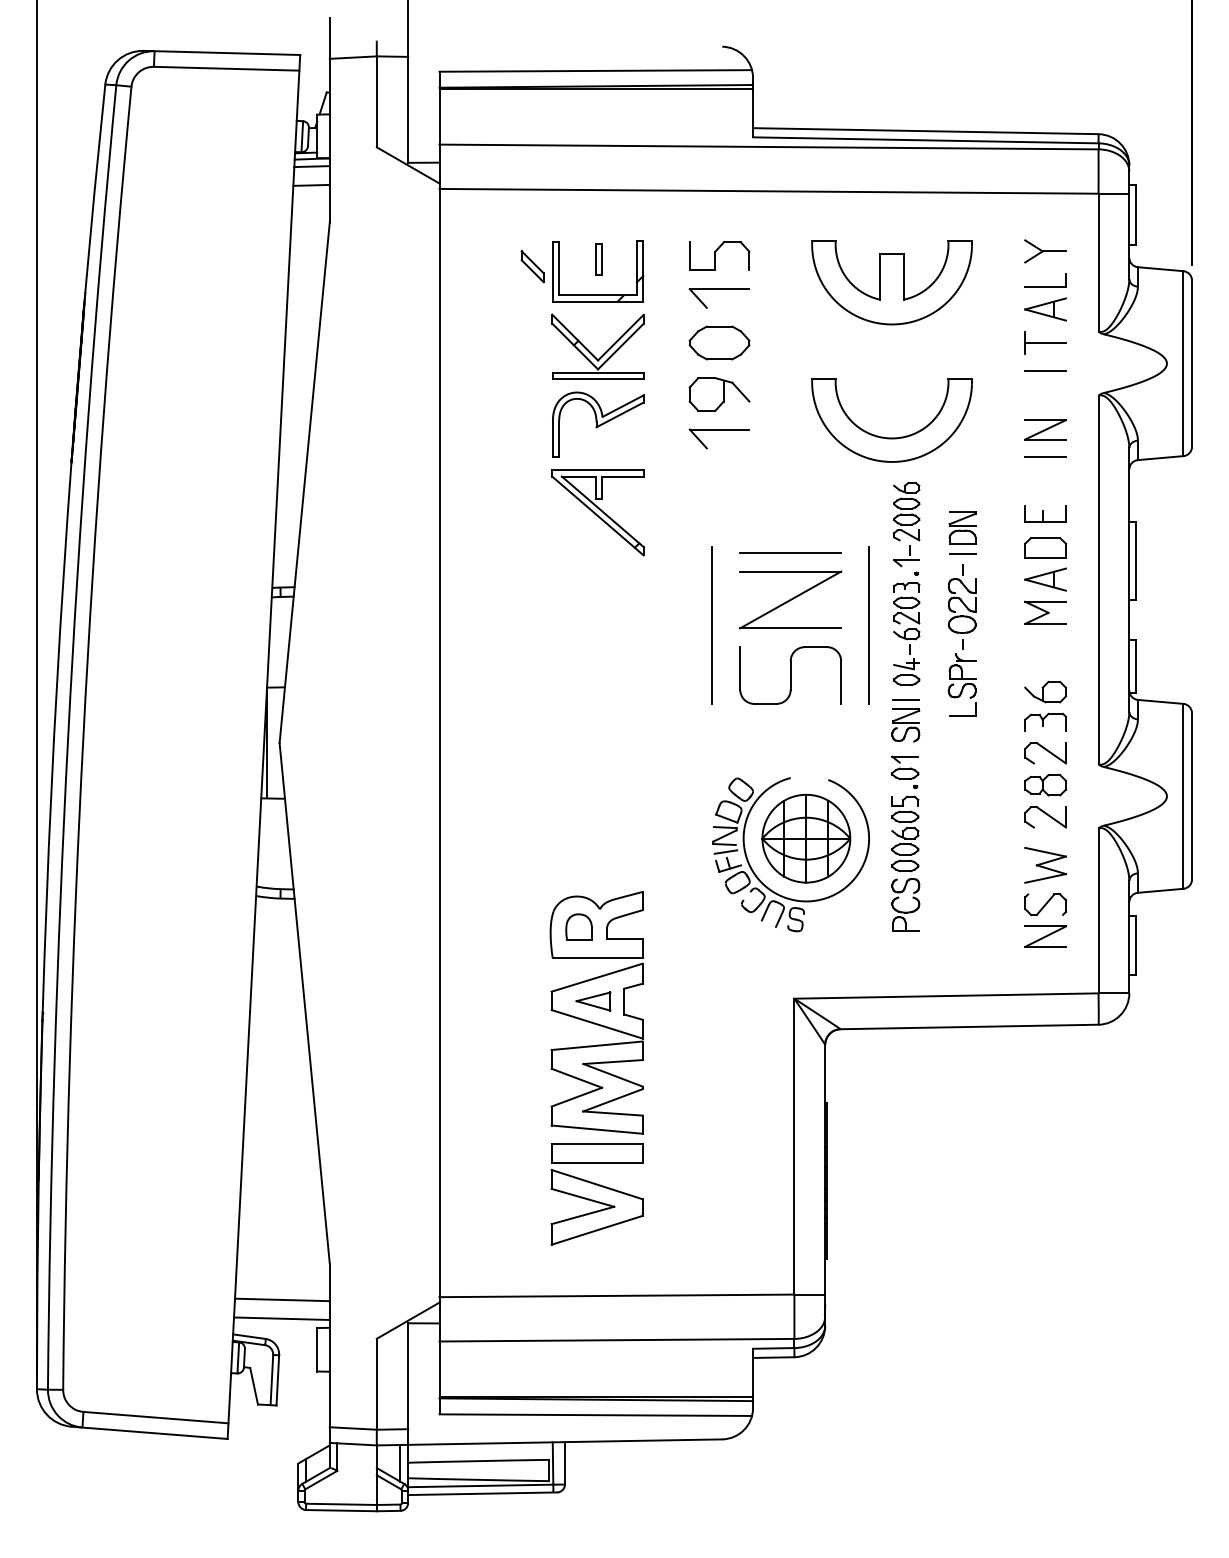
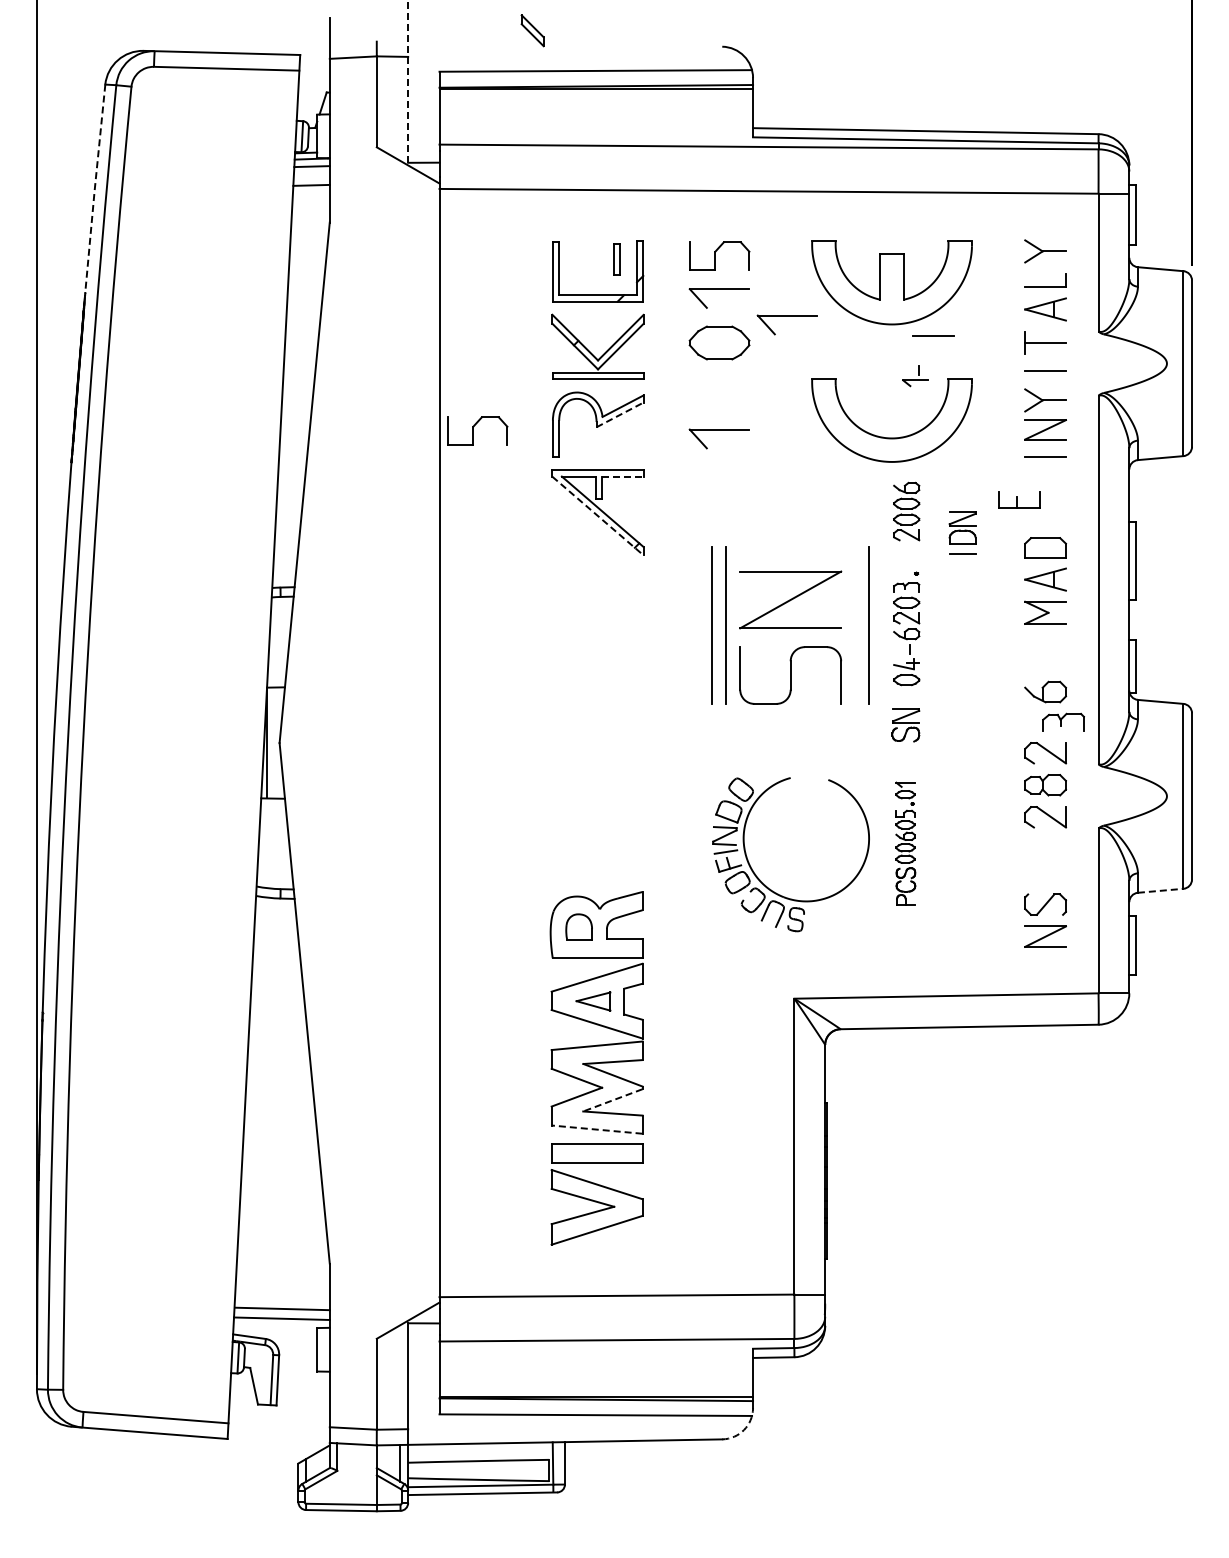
line at (408, 80): solid -> dashed
line at (94, 190): solid -> dashed
part at (598, 259) position: (598, 259) -> (616, 259)
part at (532, 266) position: (532, 266) -> (532, 30)
part at (786, 316): none -> present
line at (933, 335): none -> present
part at (719, 394): present -> none
part at (1045, 400): none -> present
line at (620, 414): solid -> dashed
part at (477, 430): none -> present
line at (622, 476): solid -> dashed
part at (1045, 513) position: (1045, 513) -> (1019, 499)
line at (598, 516): solid -> dashed
line at (790, 552): present -> none
part at (906, 556) position: (906, 556) -> (915, 376)
line at (725, 625): none -> present
part at (961, 640): present -> none
line at (906, 699): present -> none
part at (1045, 721) position: (1045, 721) -> (1063, 721)
part at (806, 838): present -> none
part at (905, 843) size: 30x177 px -> 22x125 px
part at (1045, 865): present -> none
line at (1160, 890): solid -> dashed
line at (612, 1100): solid -> dashed
line at (597, 1129): solid -> dashed
line at (282, 1299) position: (282, 1299) -> (282, 1308)
arc at (744, 1430): solid -> dashed
